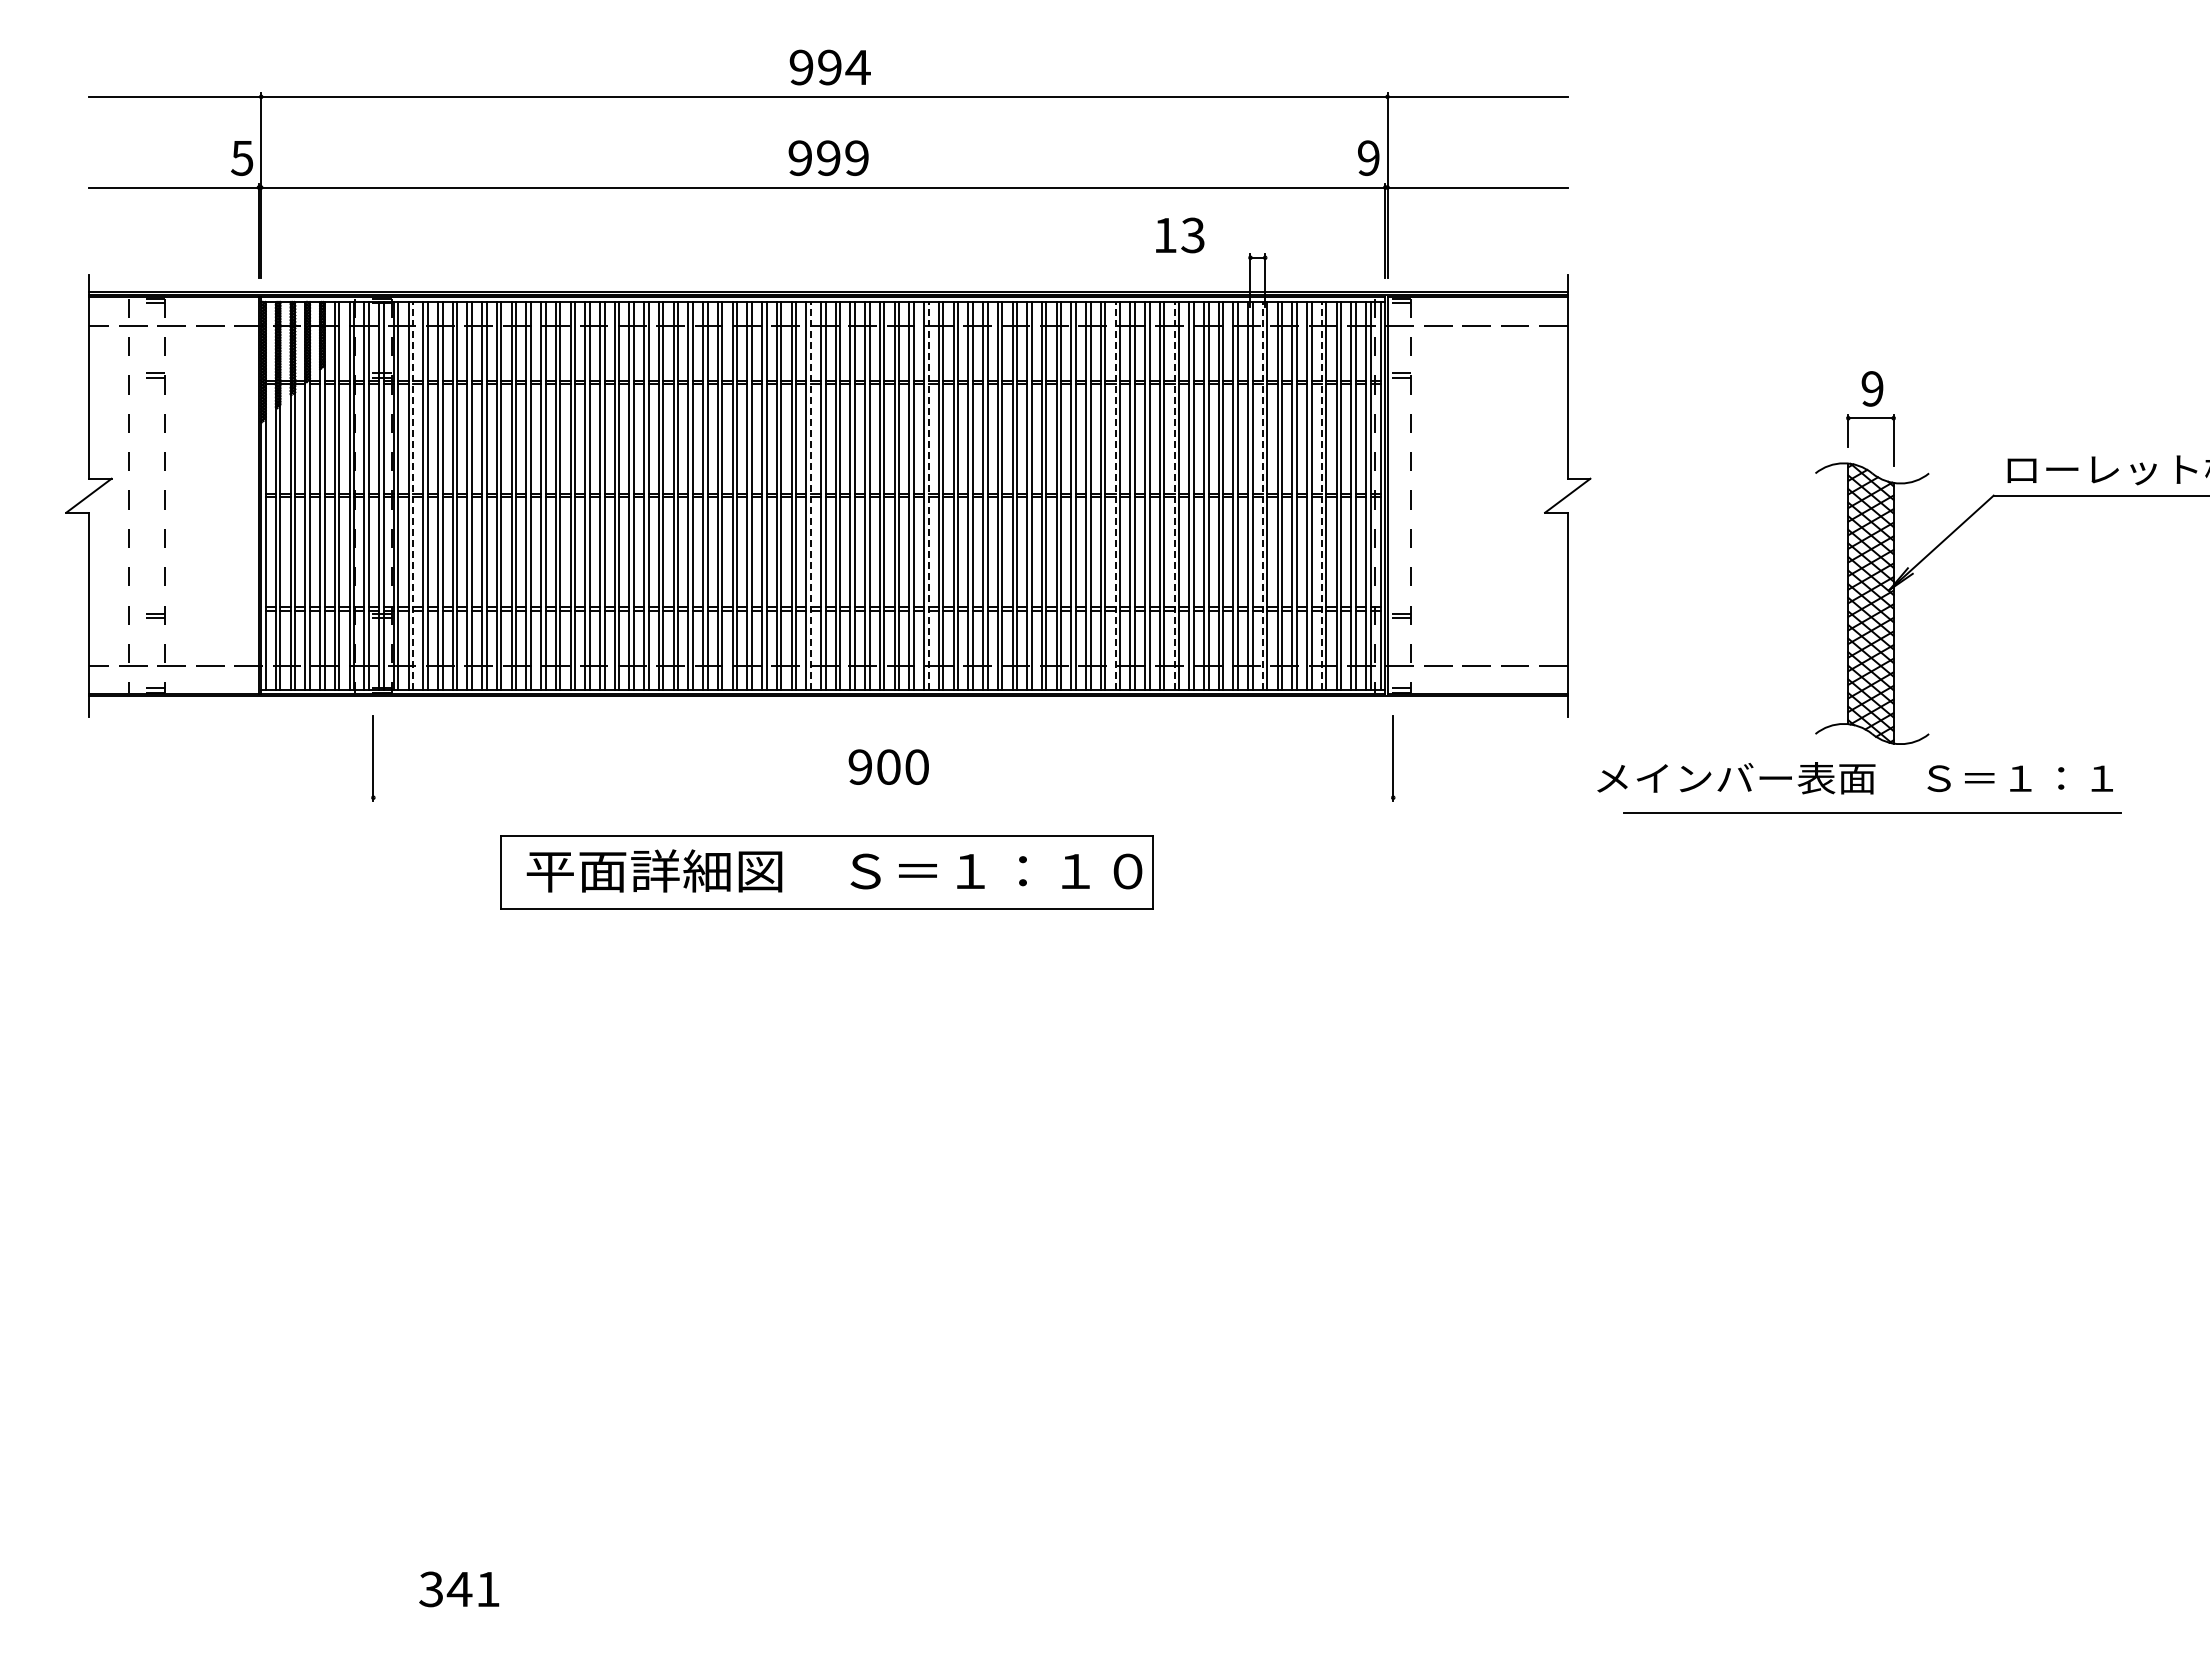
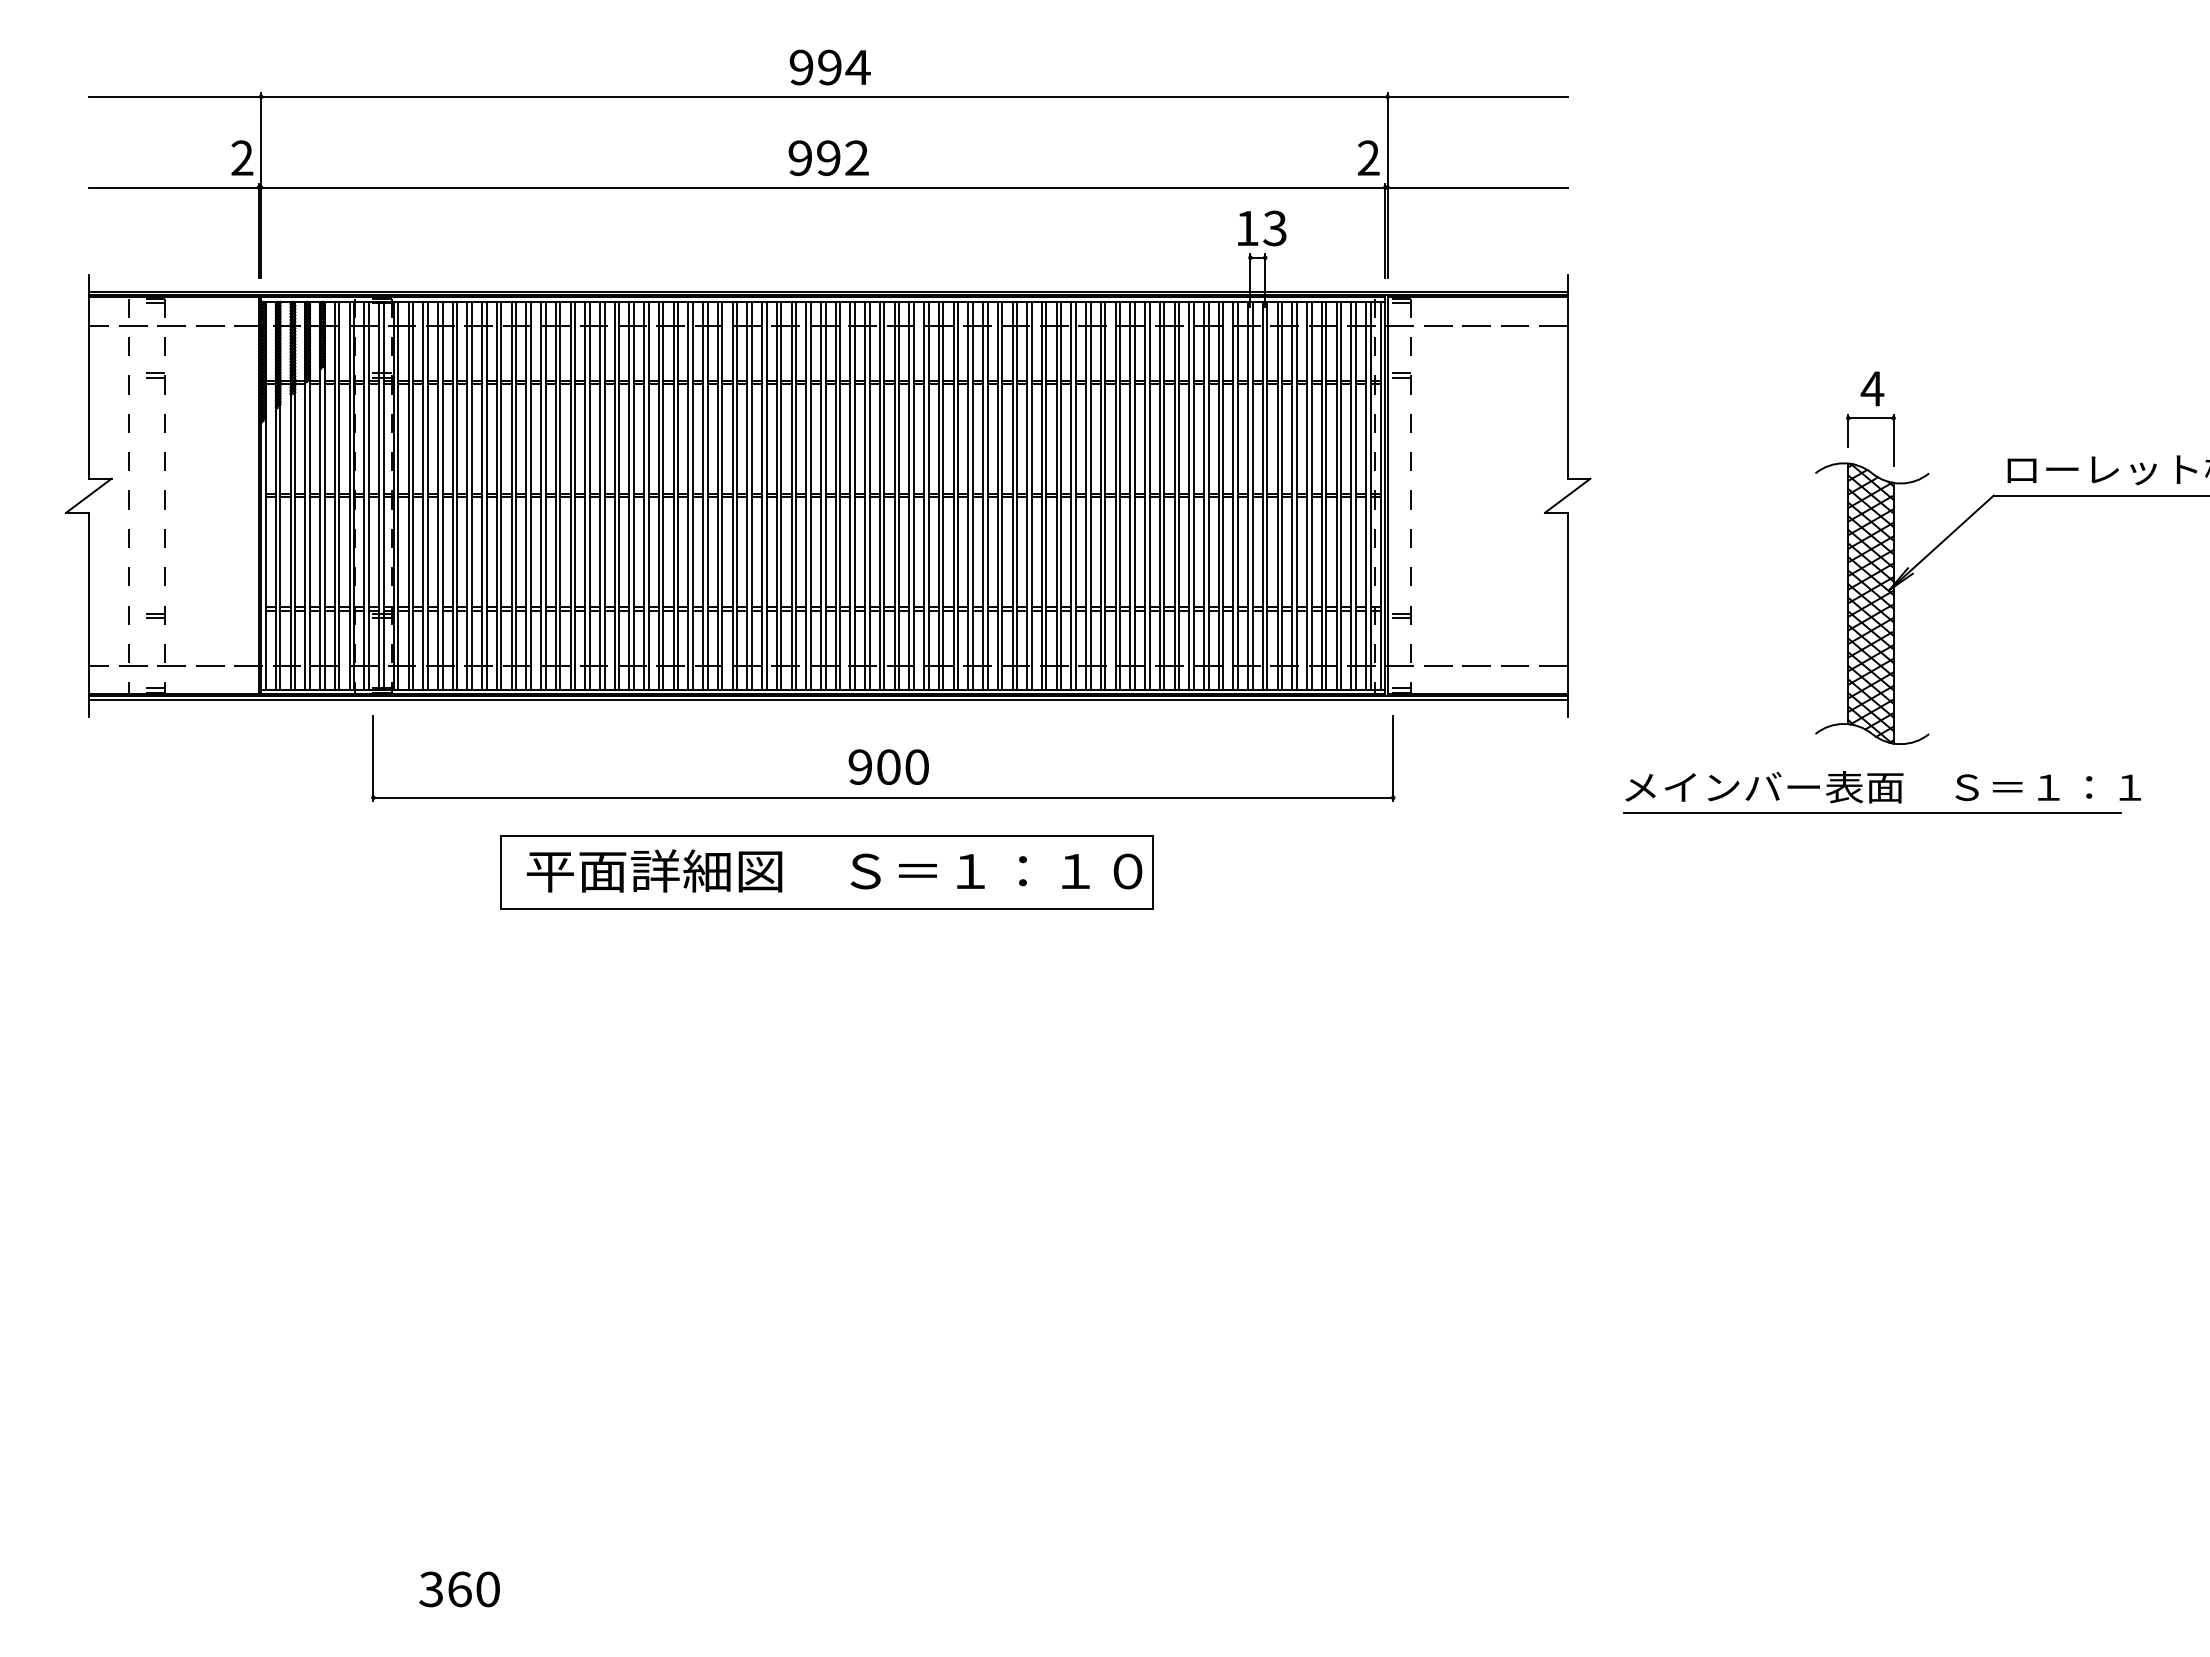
text at (242, 158): 5 -> 2
text at (856, 158): 999 -> 992
text at (1368, 158): 9 -> 2
text at (1180, 235) position: (1180, 235) -> (1262, 228)
text at (1872, 388): 9 -> 4
line at (413, 495): dashed -> solid
line at (810, 495): dashed -> solid
line at (928, 495): dashed -> solid
line at (1115, 495): dashed -> solid
line at (1174, 495): dashed -> solid
line at (1262, 495): dashed -> solid
line at (1321, 495): dashed -> solid
line at (827, 699): none -> present
text at (1854, 778) position: (1854, 778) -> (1882, 787)
line at (883, 797): none -> present
text at (472, 1589): 341 -> 360
